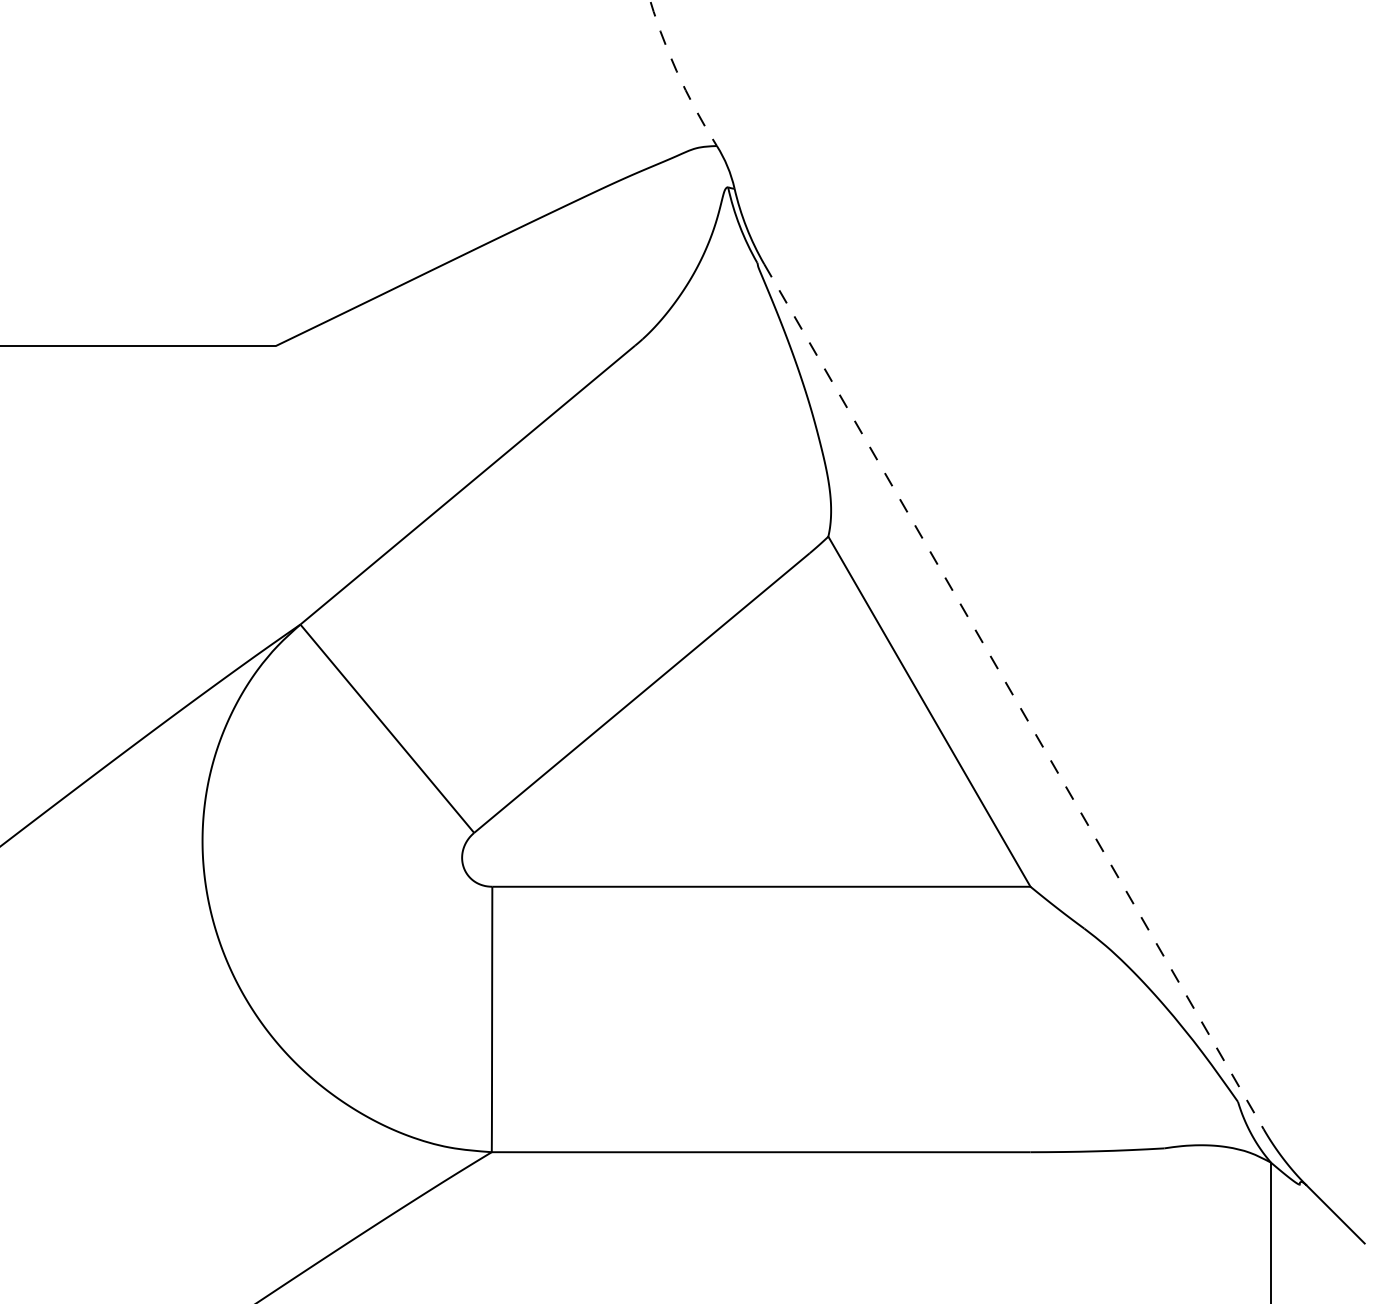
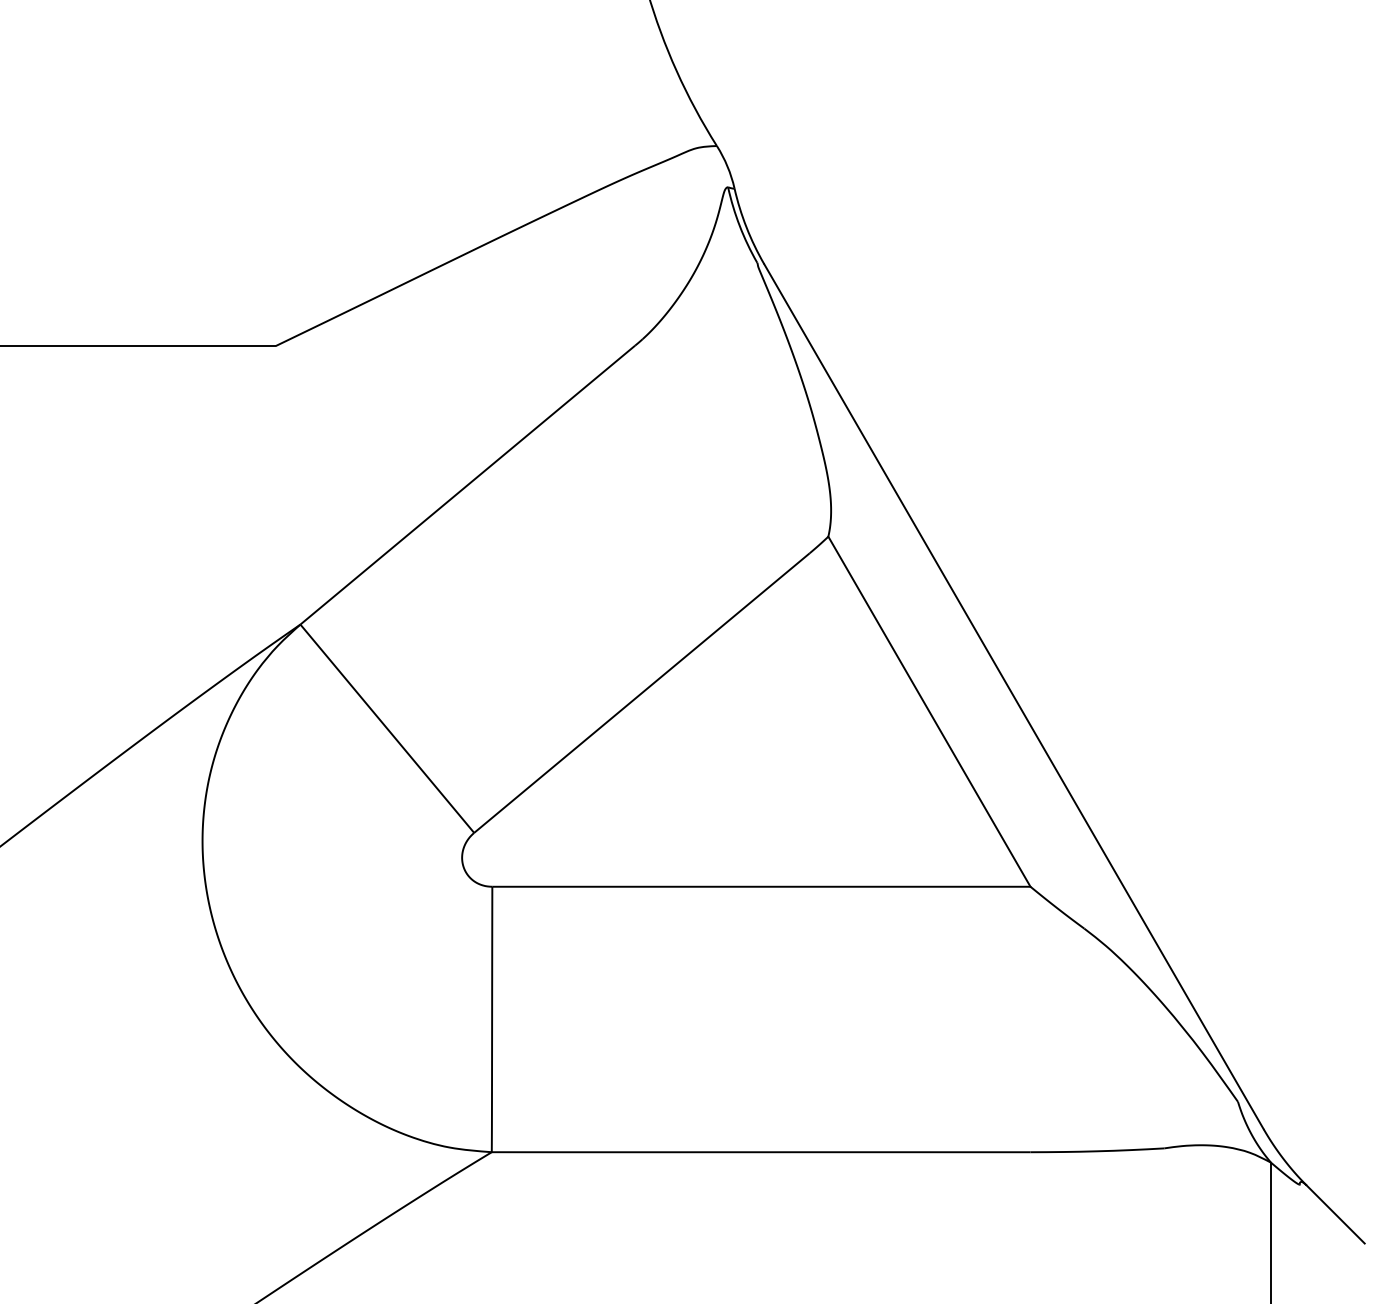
arc at (678, 75): dashed -> solid
line at (1014, 697): dashed -> solid
